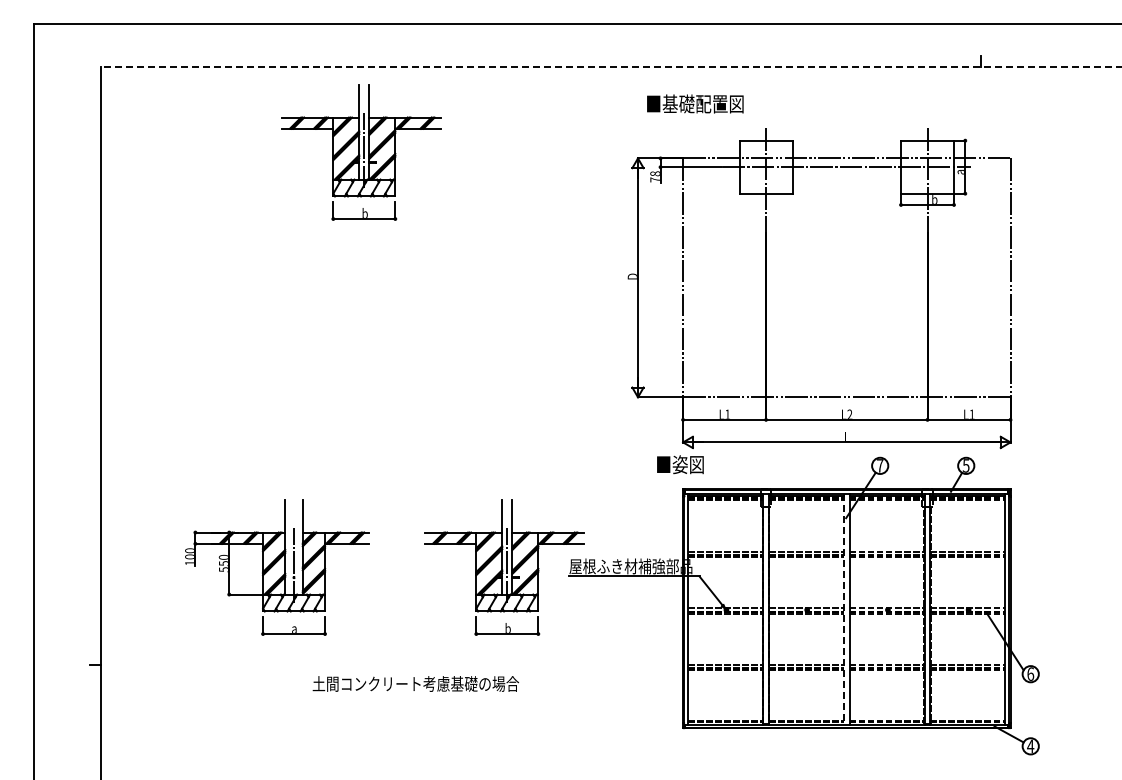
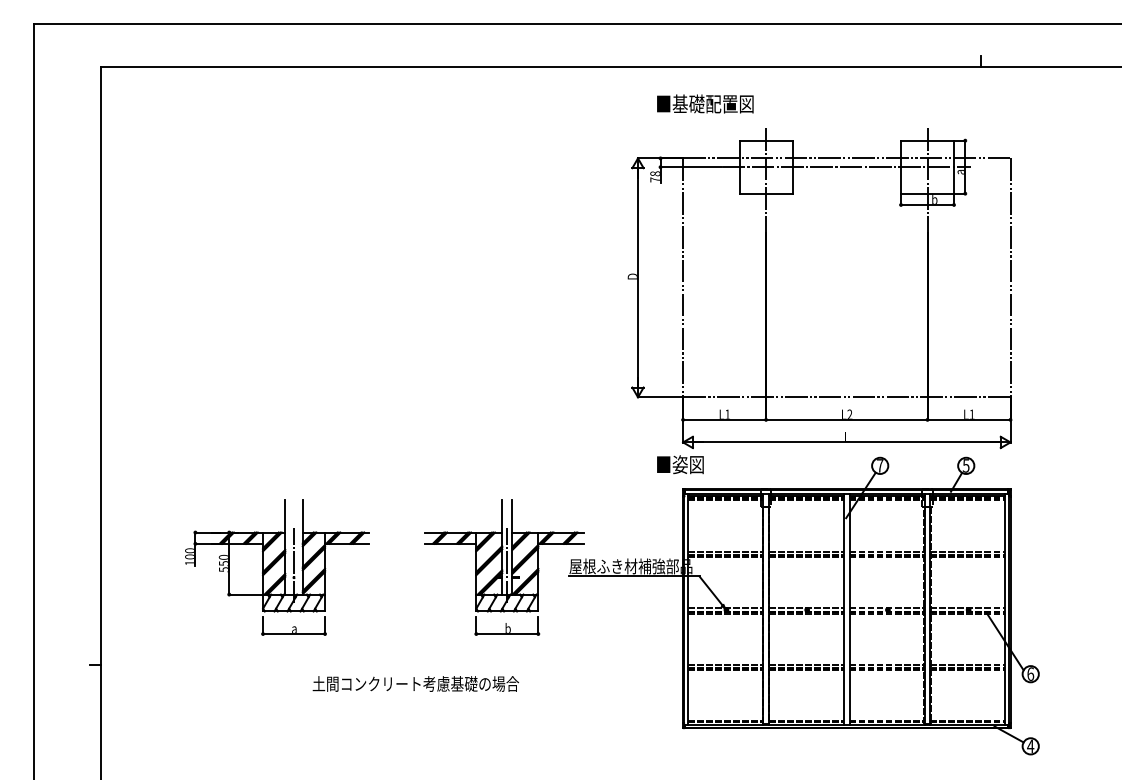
line at (611, 67): dashed -> solid
text at (695, 103) position: (695, 103) -> (705, 103)
part at (361, 152): present -> none
line at (843, 609): dashed -> solid
